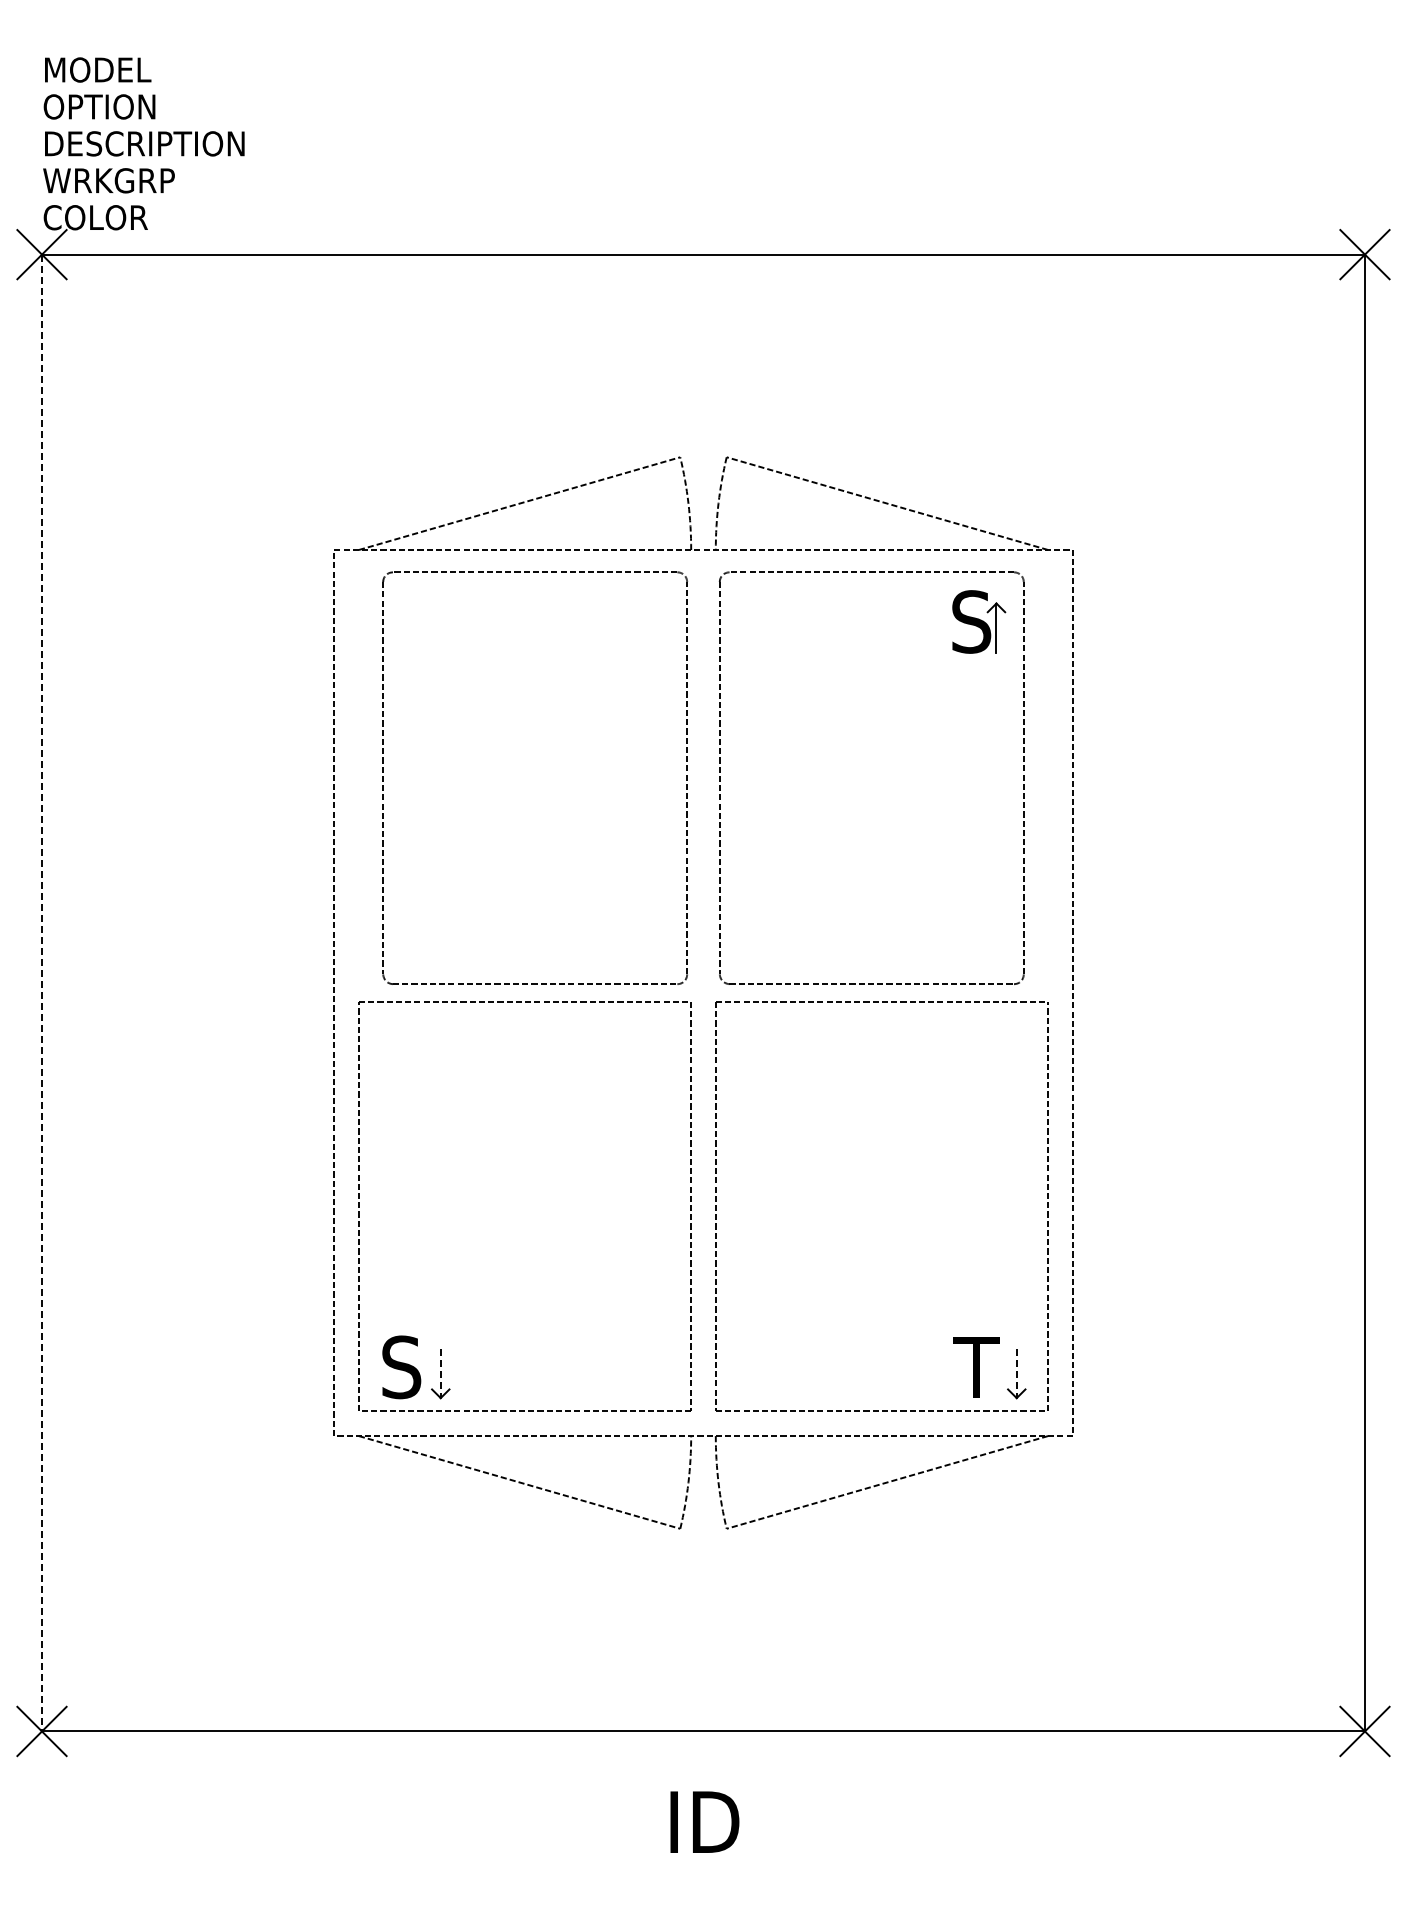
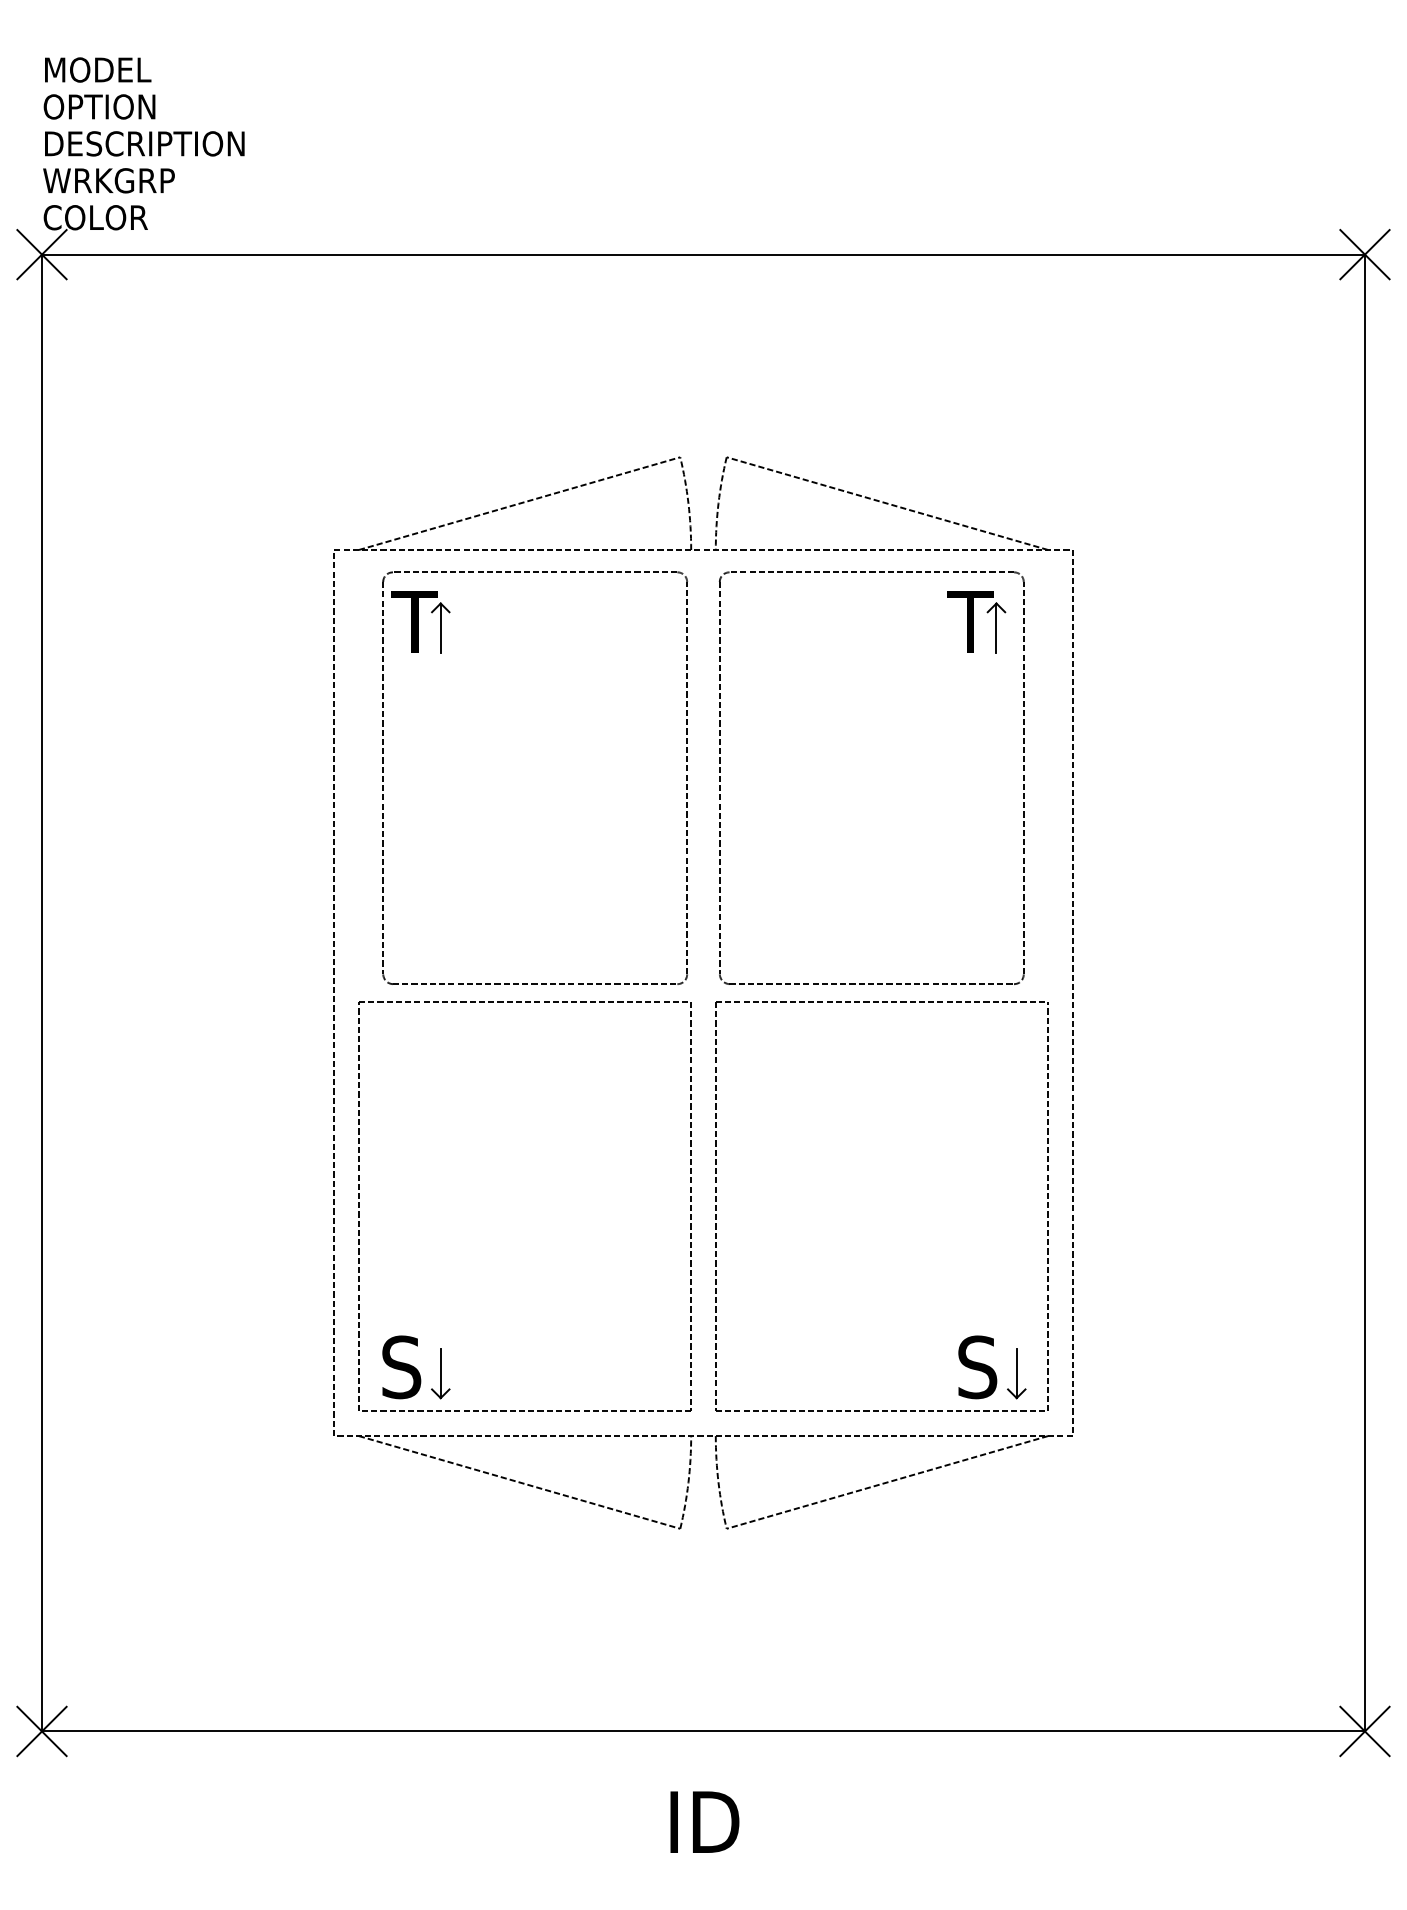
text at (970, 621): S -> T
part at (420, 622): none -> present
line at (42, 993): dashed -> solid
text at (976, 1367): T -> S
line at (440, 1373): dashed -> solid
line at (1016, 1373): dashed -> solid
